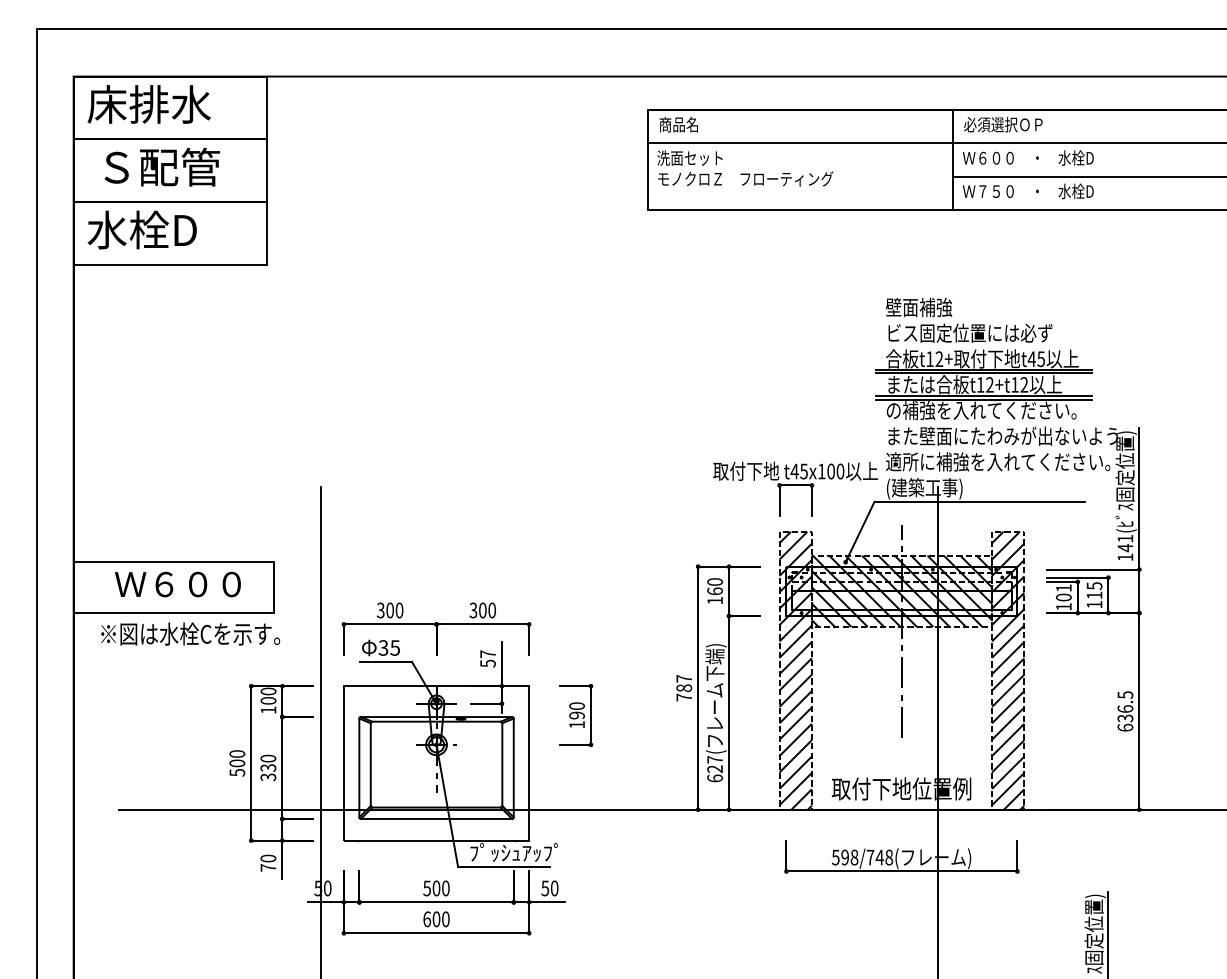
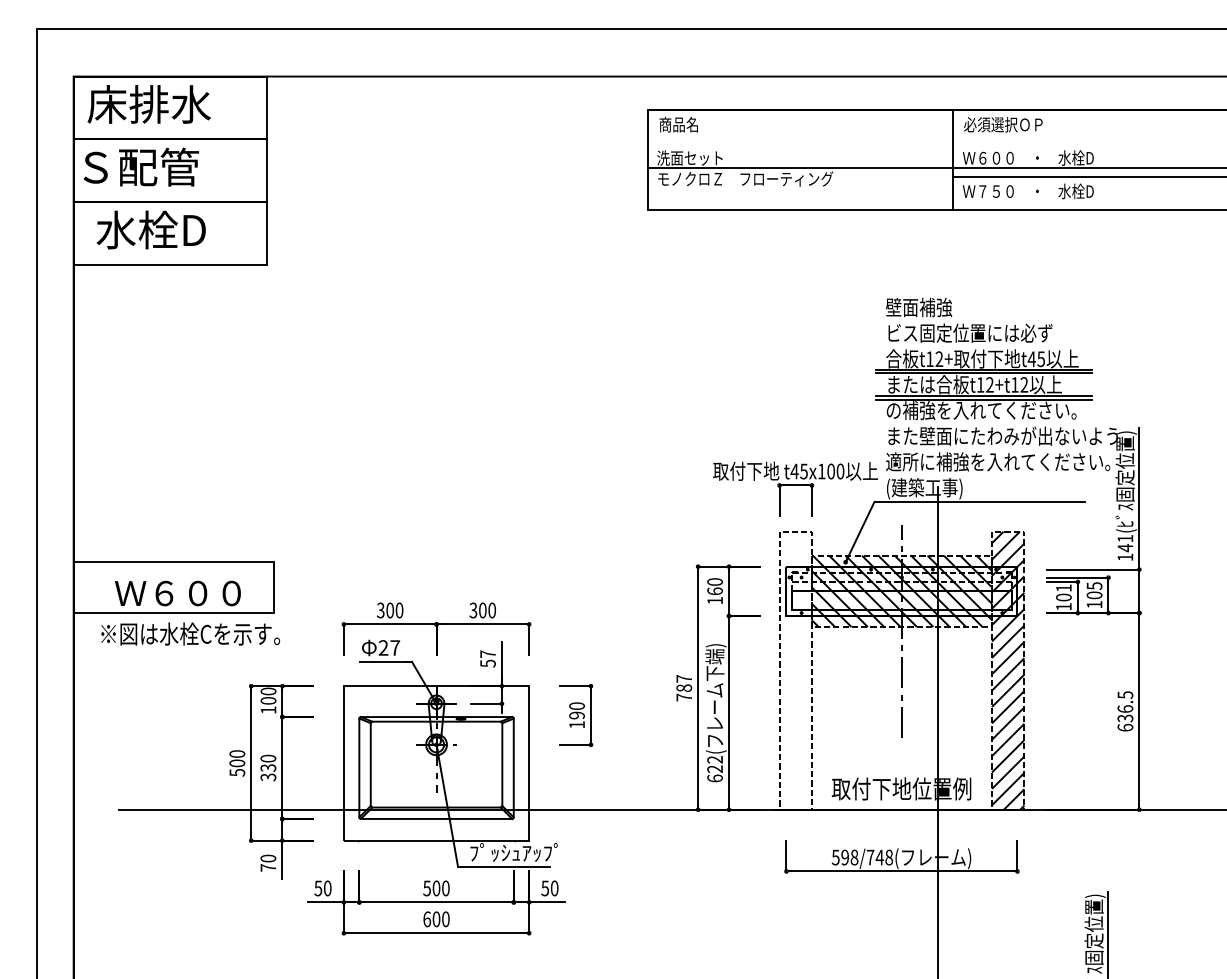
line at (935, 143) position: (935, 143) -> (935, 168)
text at (161, 166) position: (161, 166) -> (140, 166)
text at (141, 229) position: (141, 229) -> (150, 229)
text at (177, 584) position: (177, 584) -> (177, 593)
text at (1094, 595): 115 -> 105
text at (389, 647): 35 -> 27
hatch at (795, 670): present -> none
line at (320, 731): present -> none
text at (714, 759): 627( -> 622(
